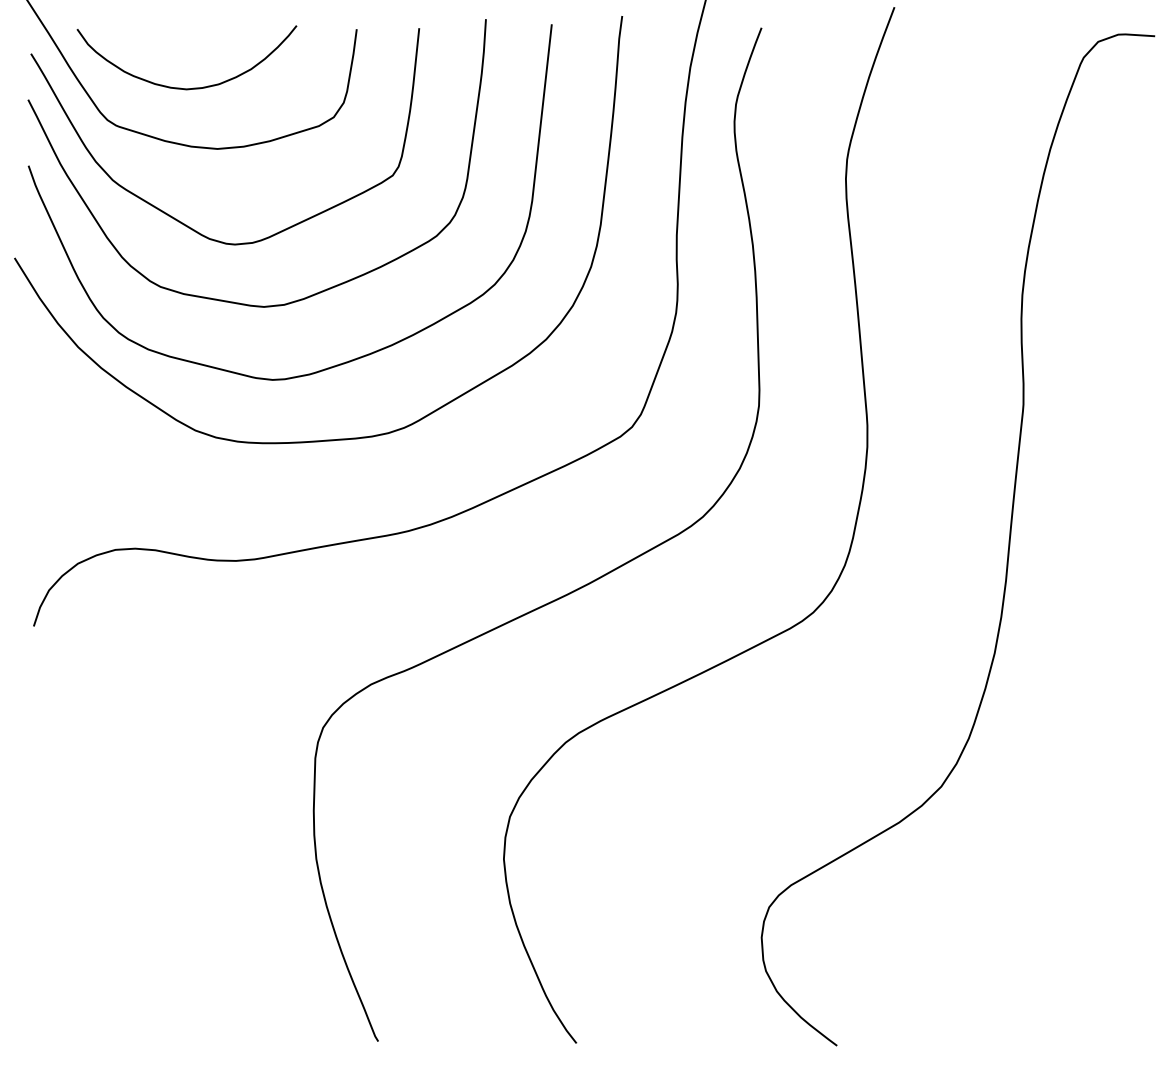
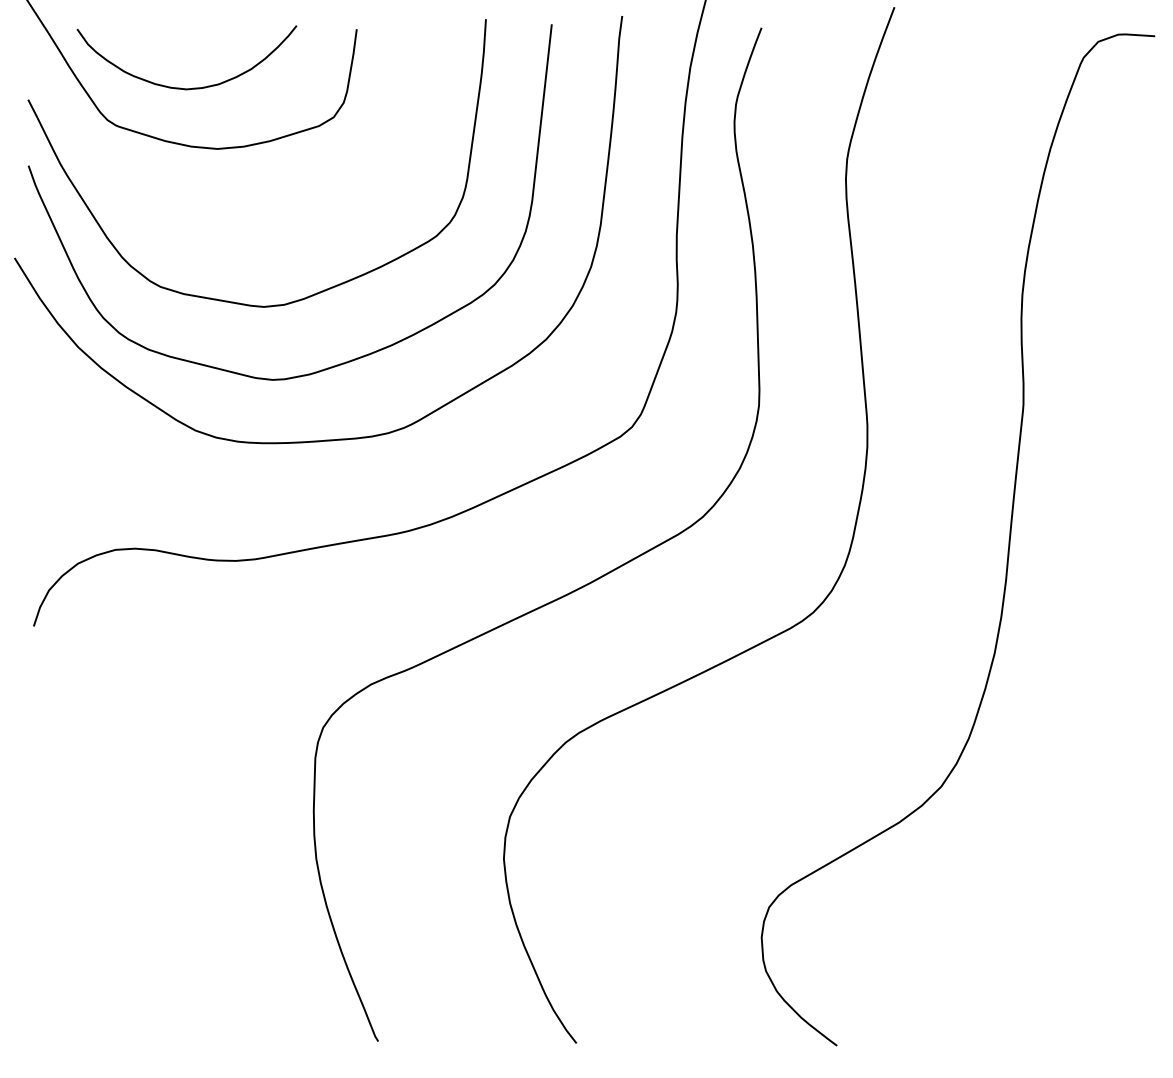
curve at (176, 218): present -> none
